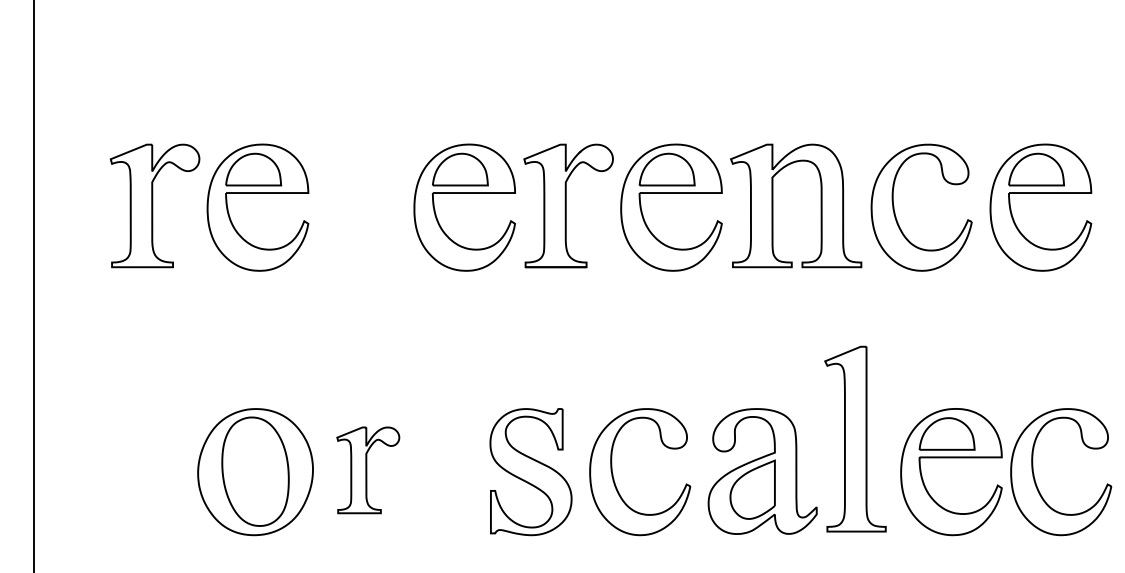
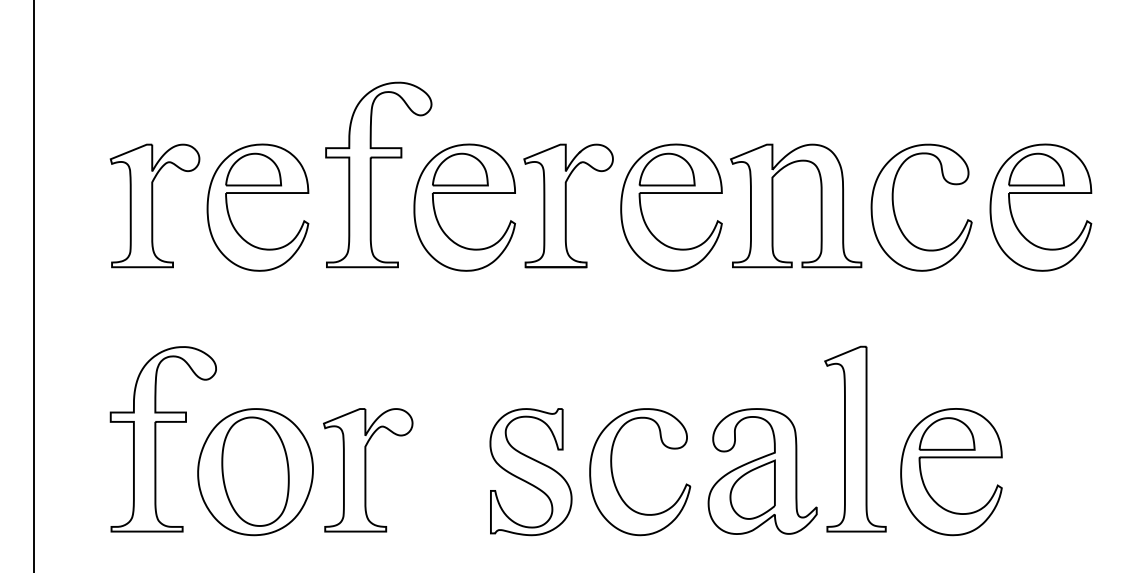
part at (371, 174): none -> present
part at (162, 439): none -> present
part at (368, 470) size: 65x89 px -> 91x125 px
part at (1035, 478): present -> none
